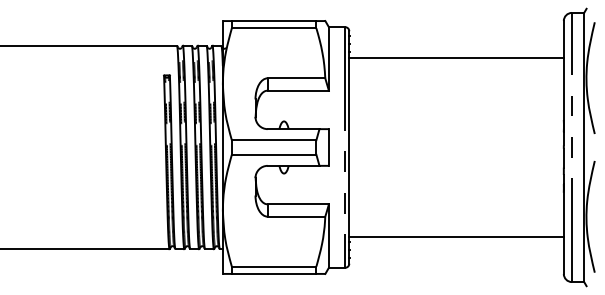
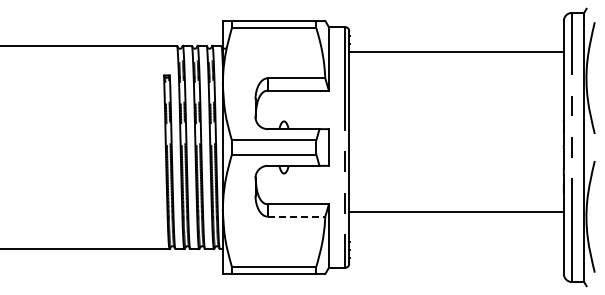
line at (456, 57) position: (456, 57) -> (456, 51)
line at (296, 216): solid -> dashed
line at (456, 237) position: (456, 237) -> (456, 212)
